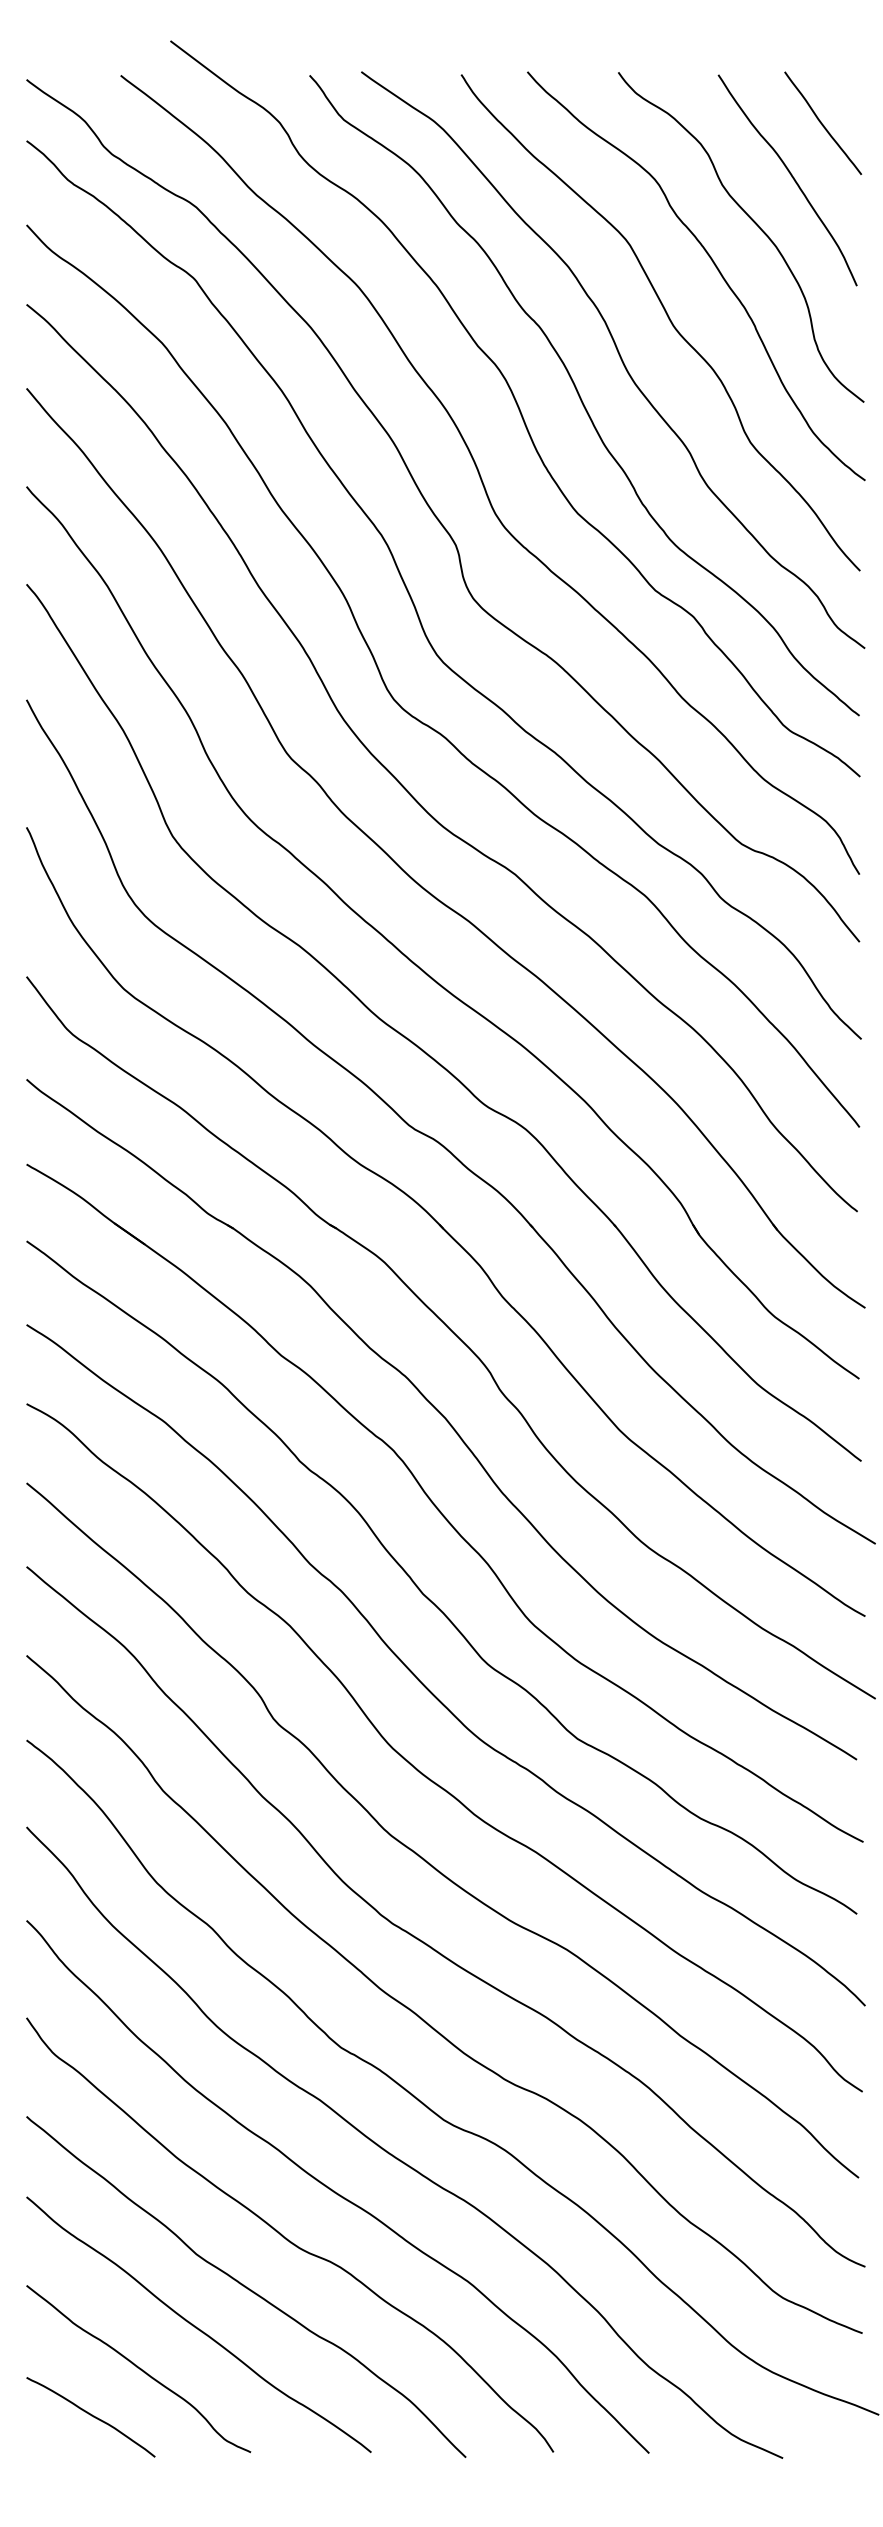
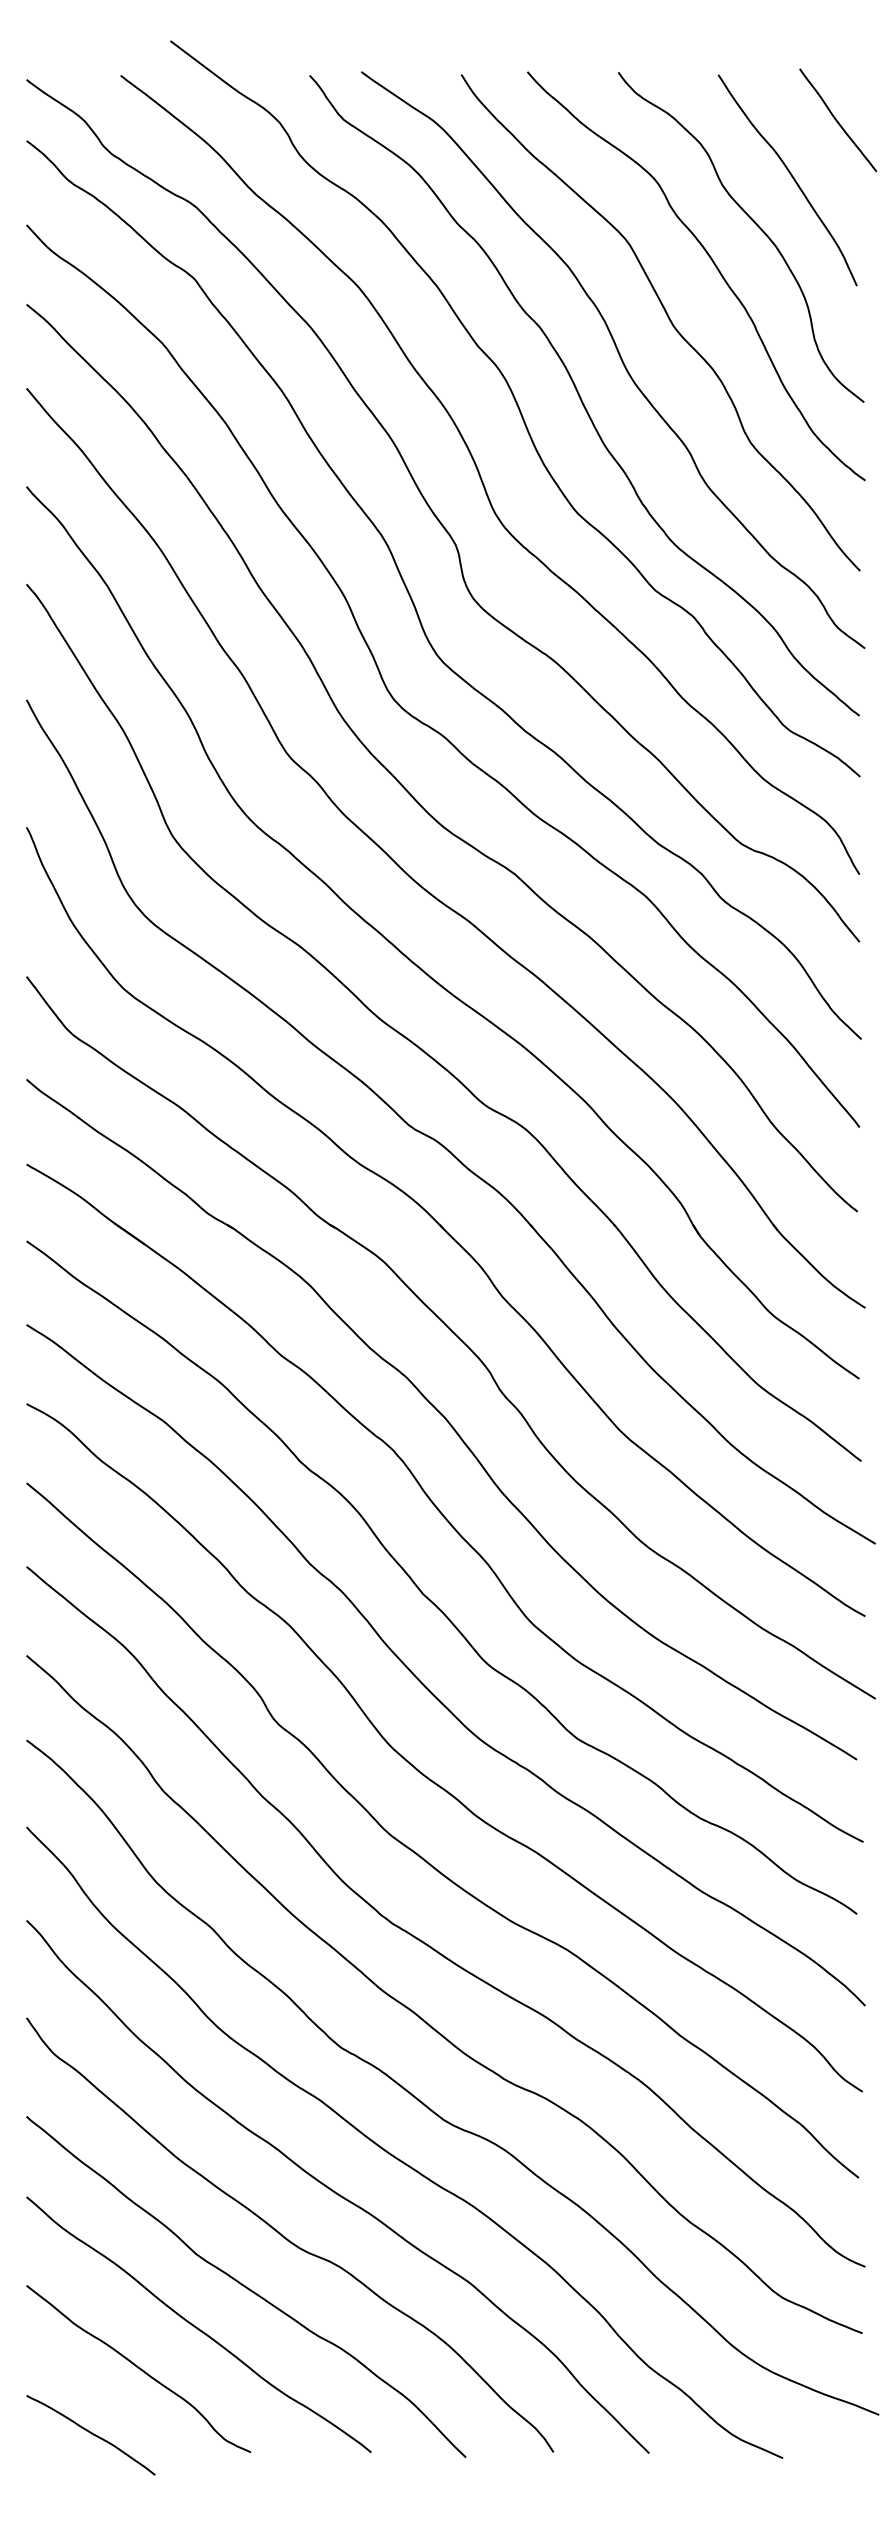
curve at (822, 123) position: (822, 123) -> (837, 120)
curve at (91, 2416) position: (91, 2416) -> (91, 2434)
